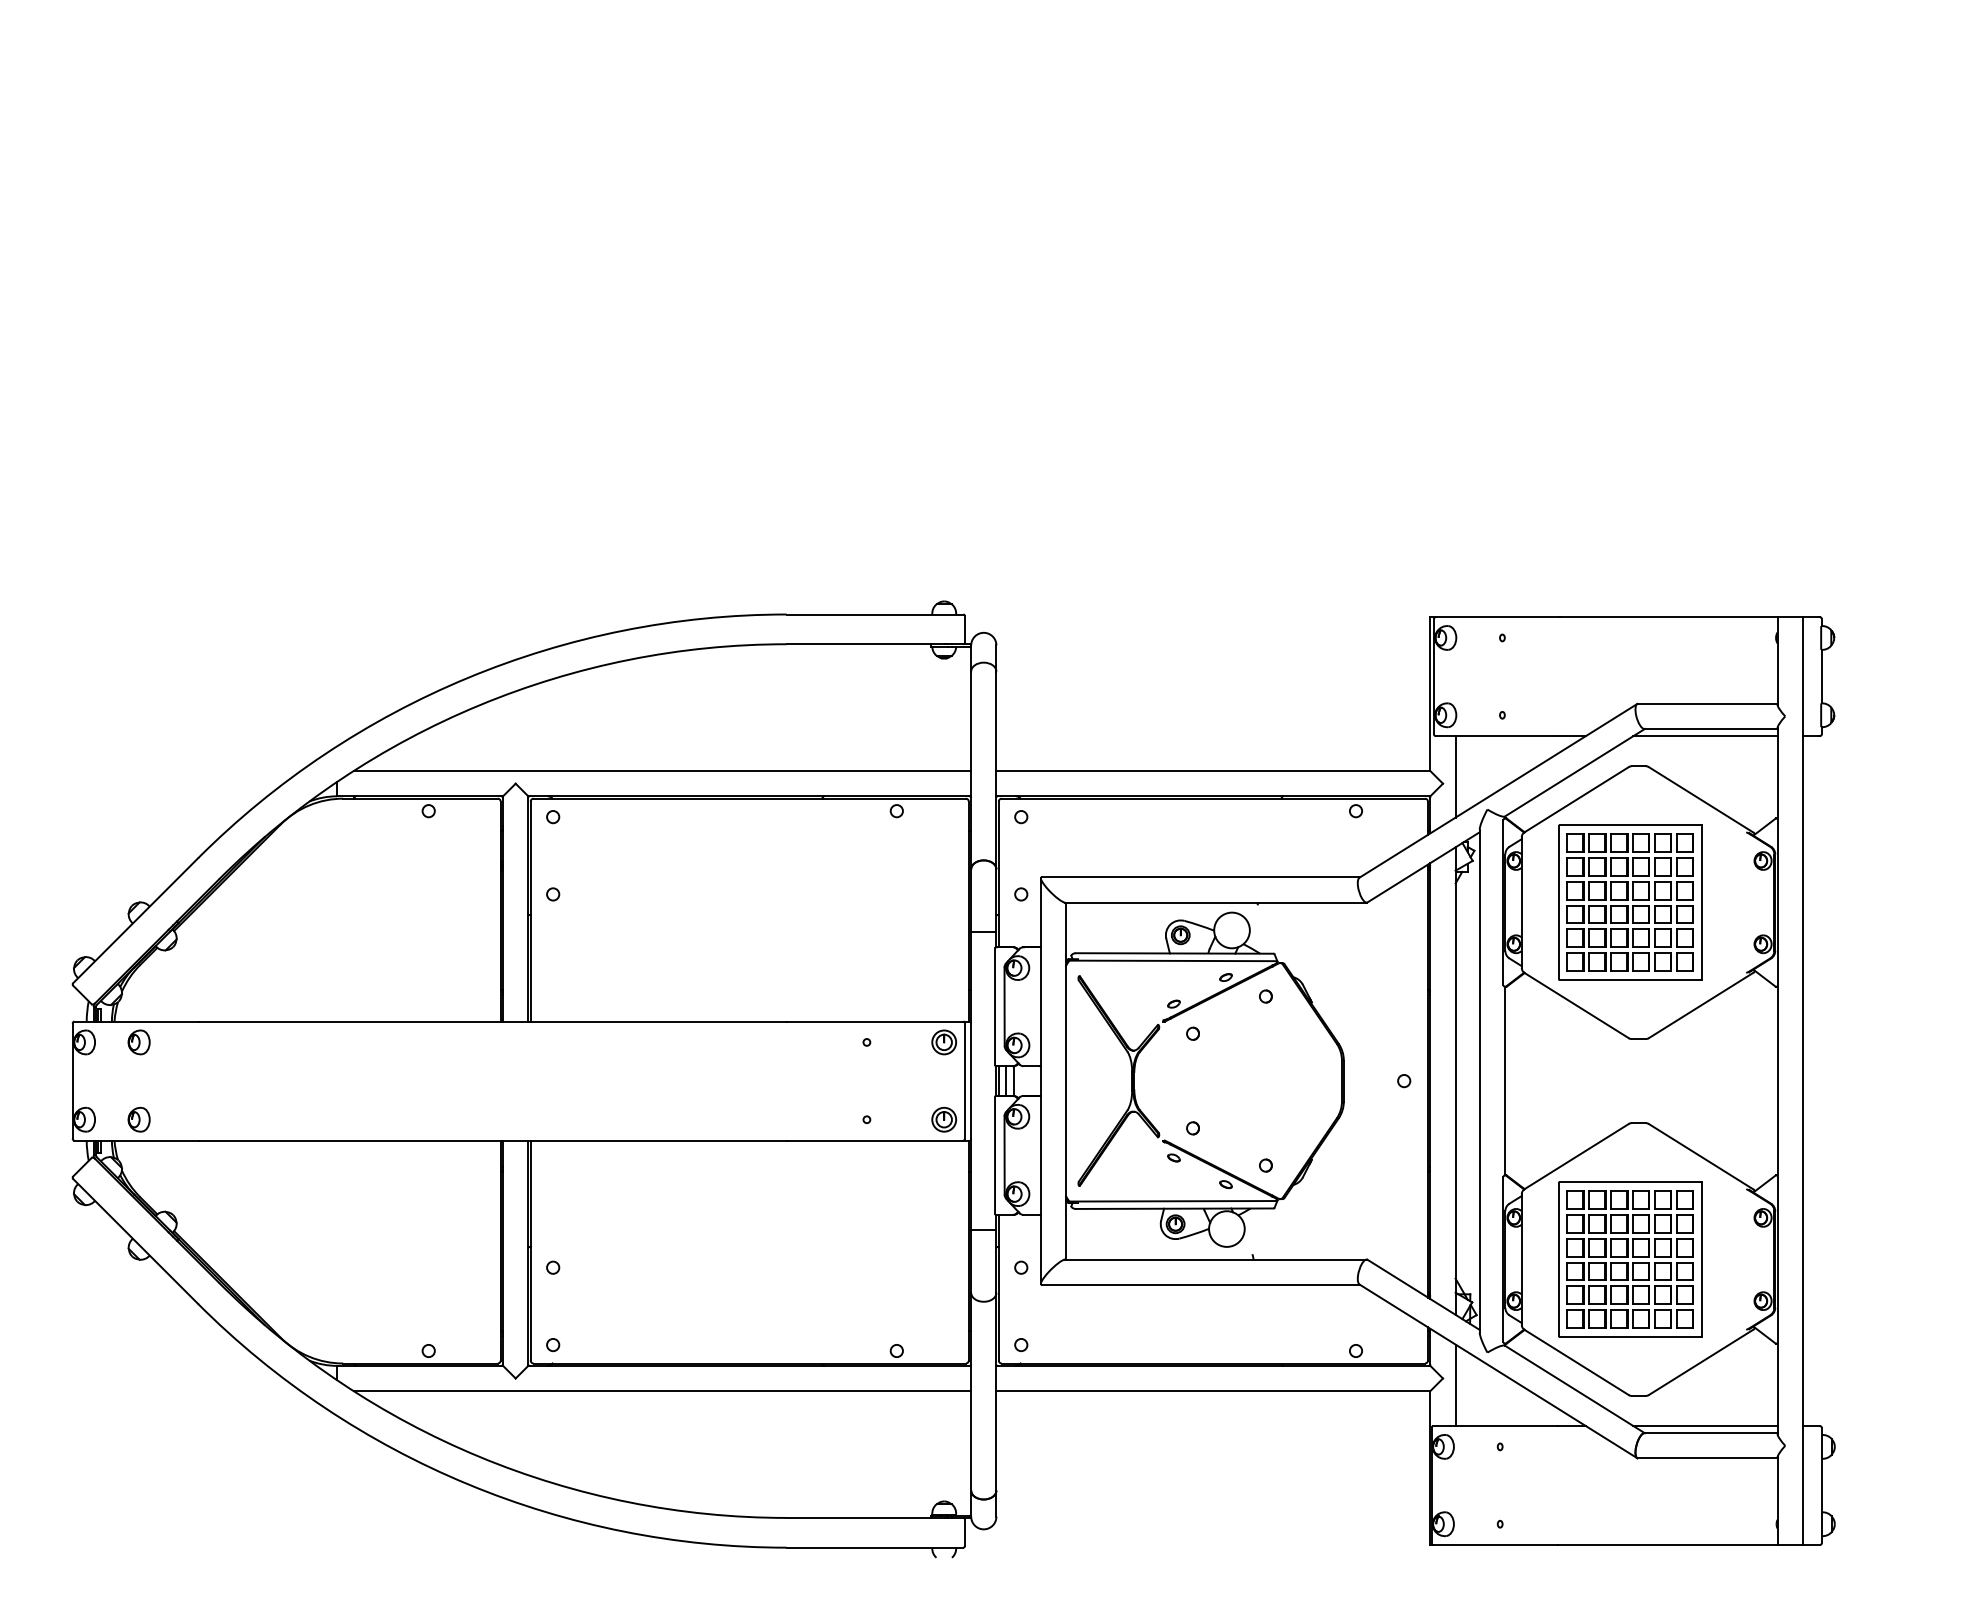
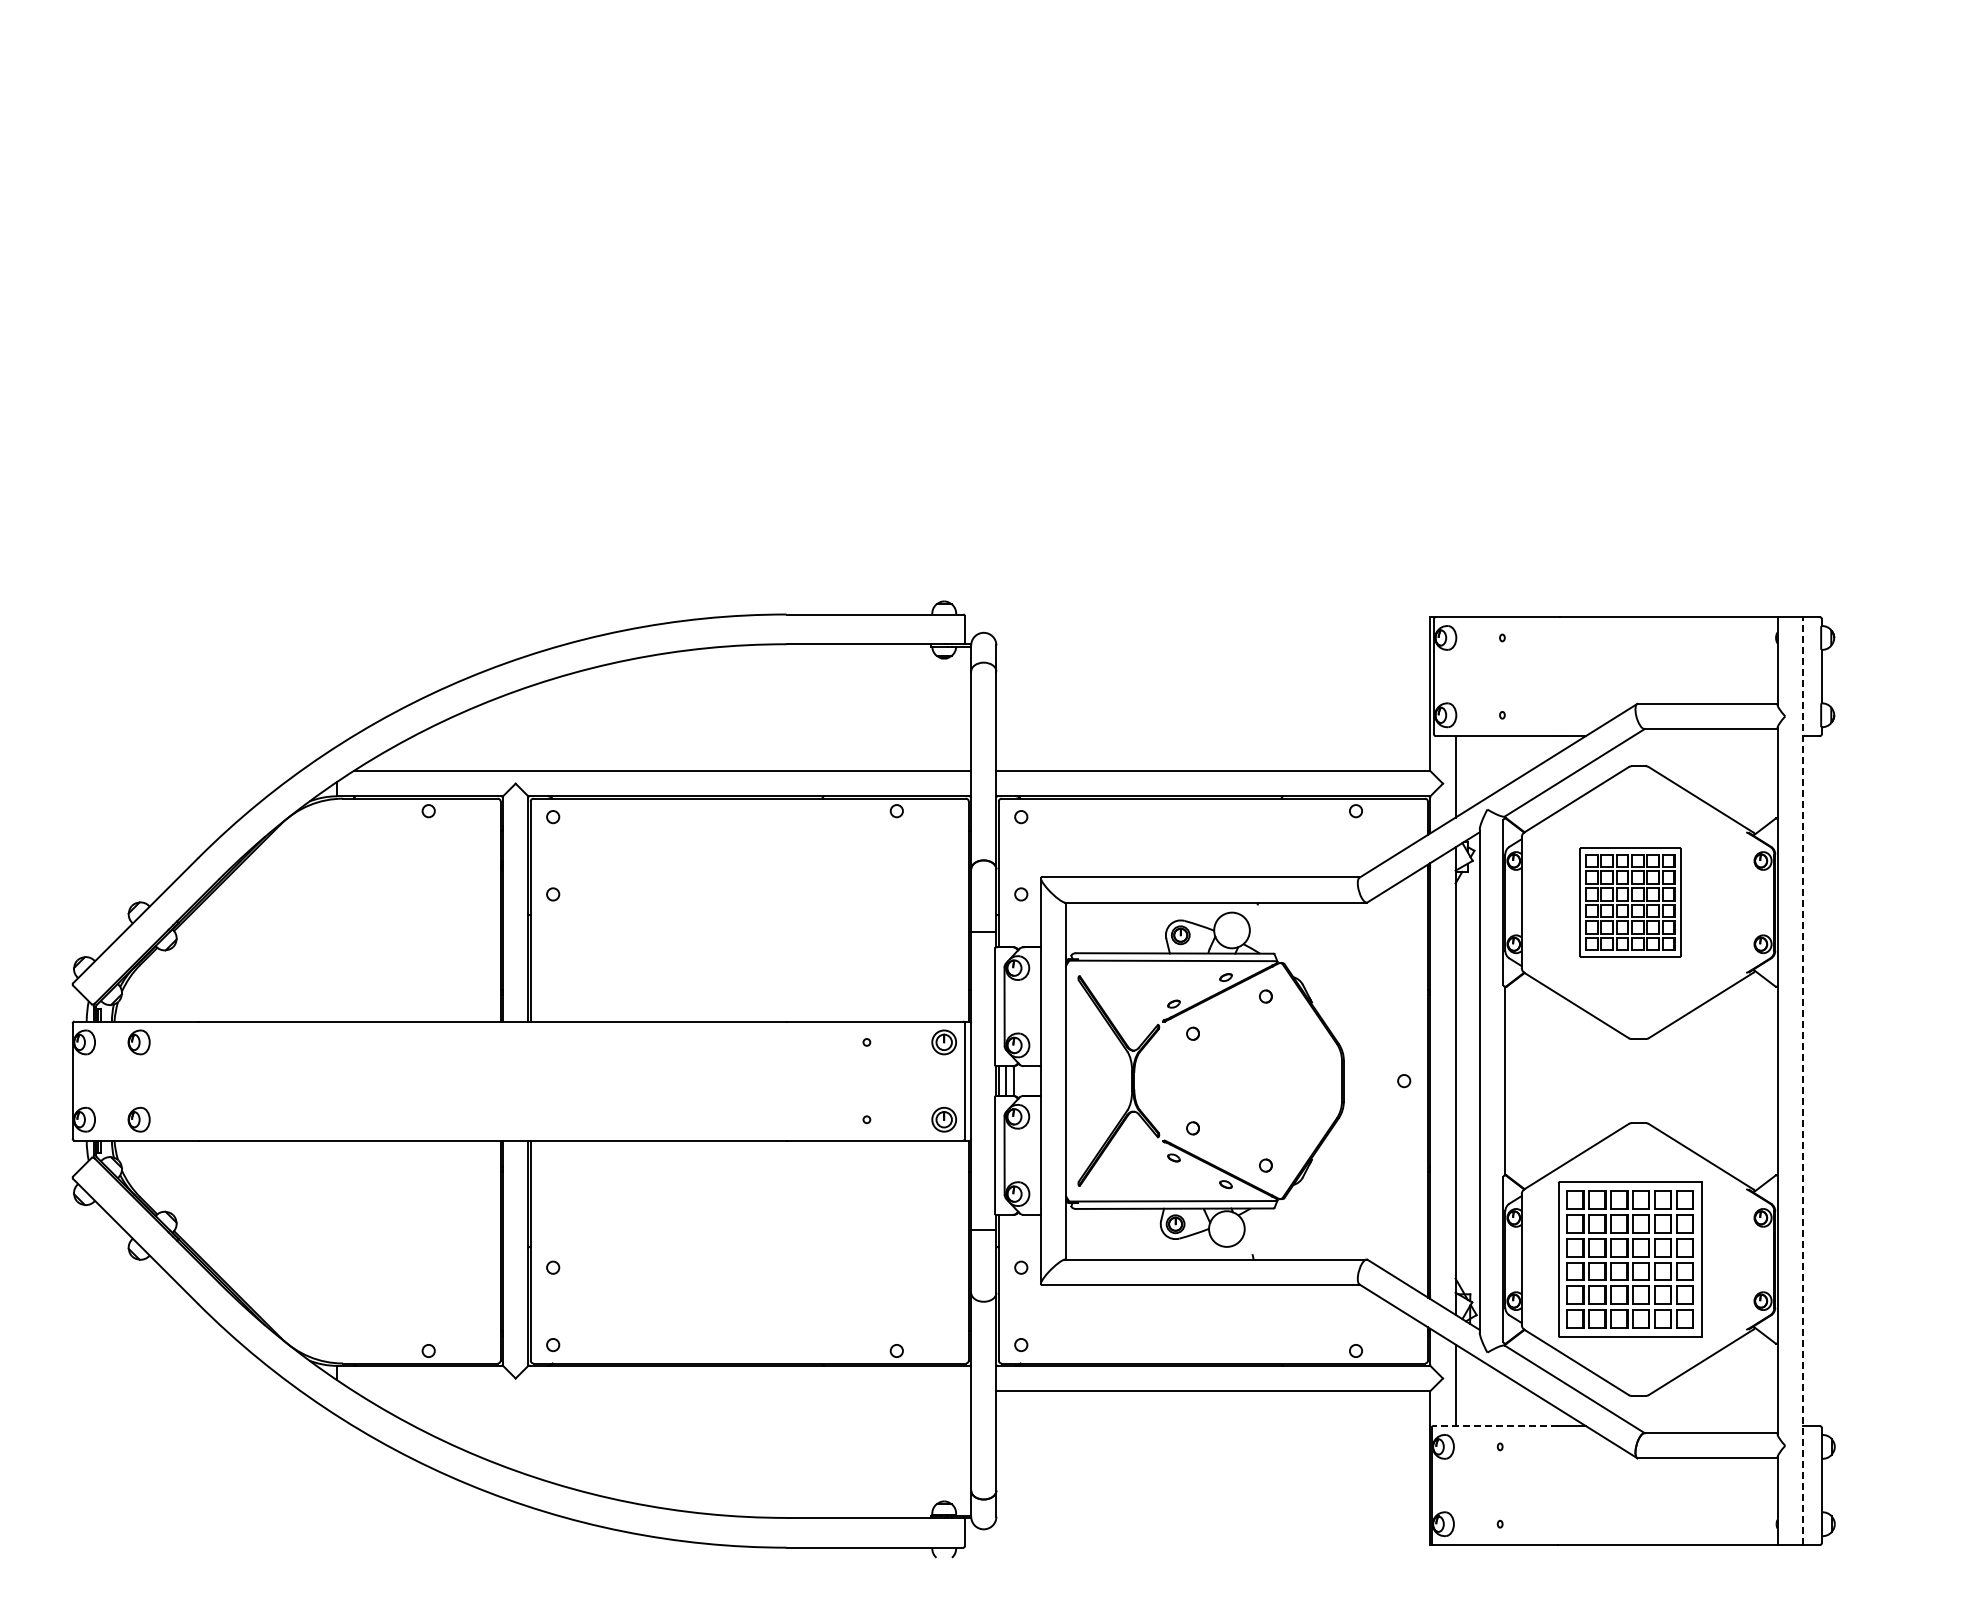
line at (1705, 736): present -> none
part at (1630, 902) size: 145x157 px -> 103x111 px
line at (1802, 1081): solid -> dashed
line at (662, 1391): present -> none
line at (1495, 1426): solid -> dashed
line at (1705, 1426): present -> none
